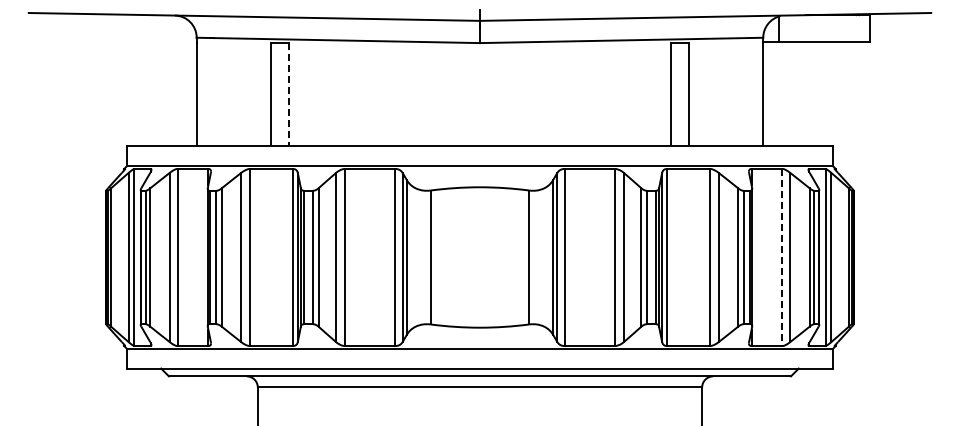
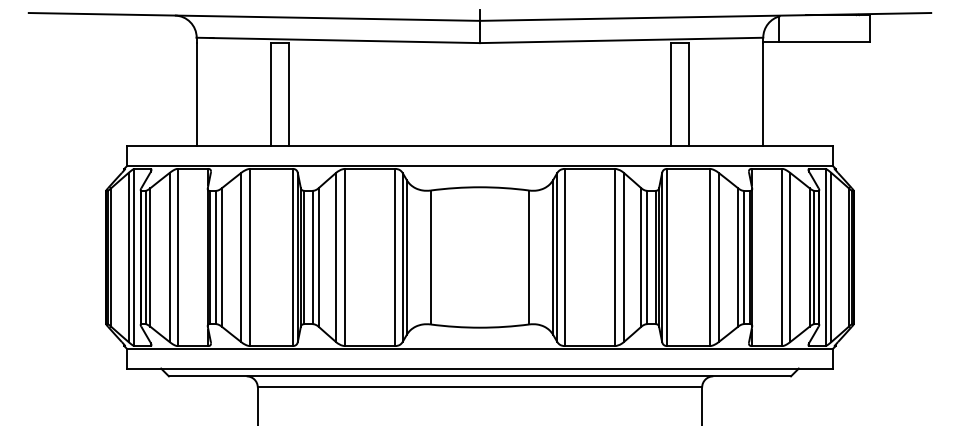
line at (288, 94): dashed -> solid
line at (782, 257): dashed -> solid
